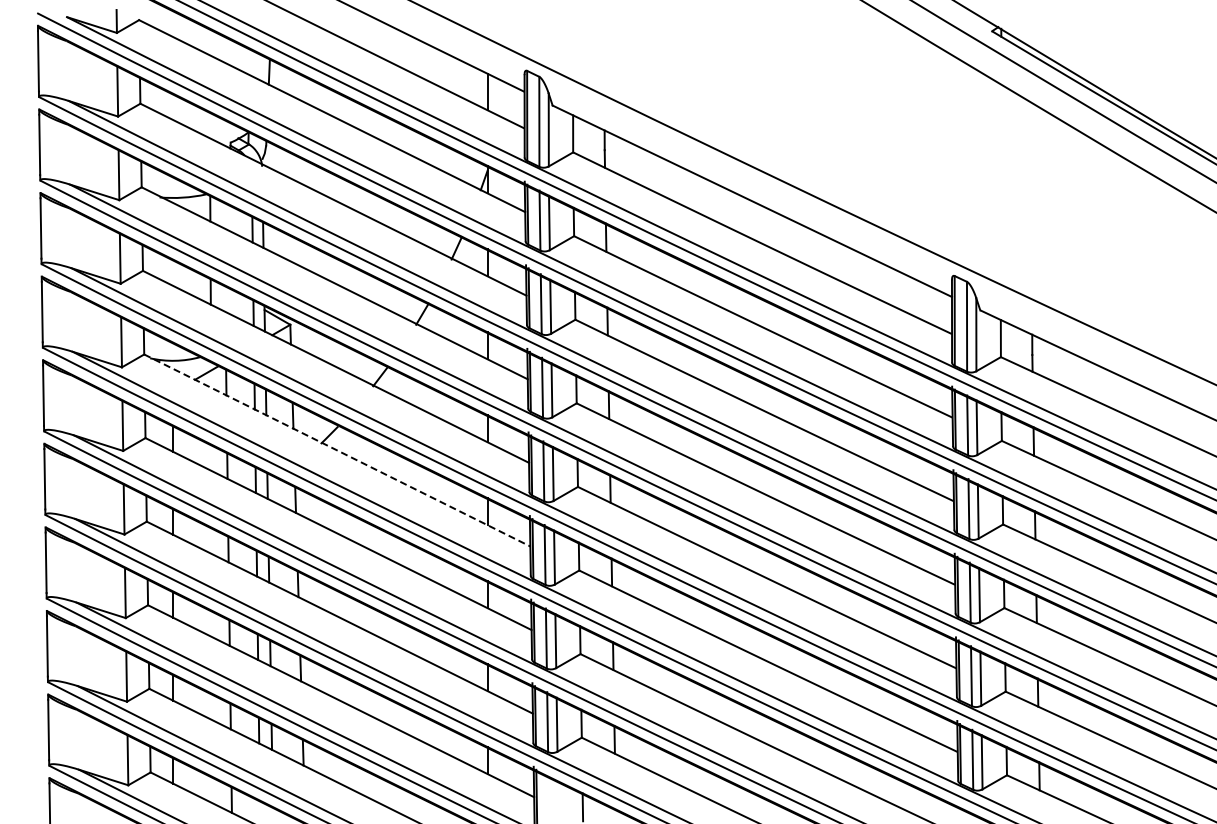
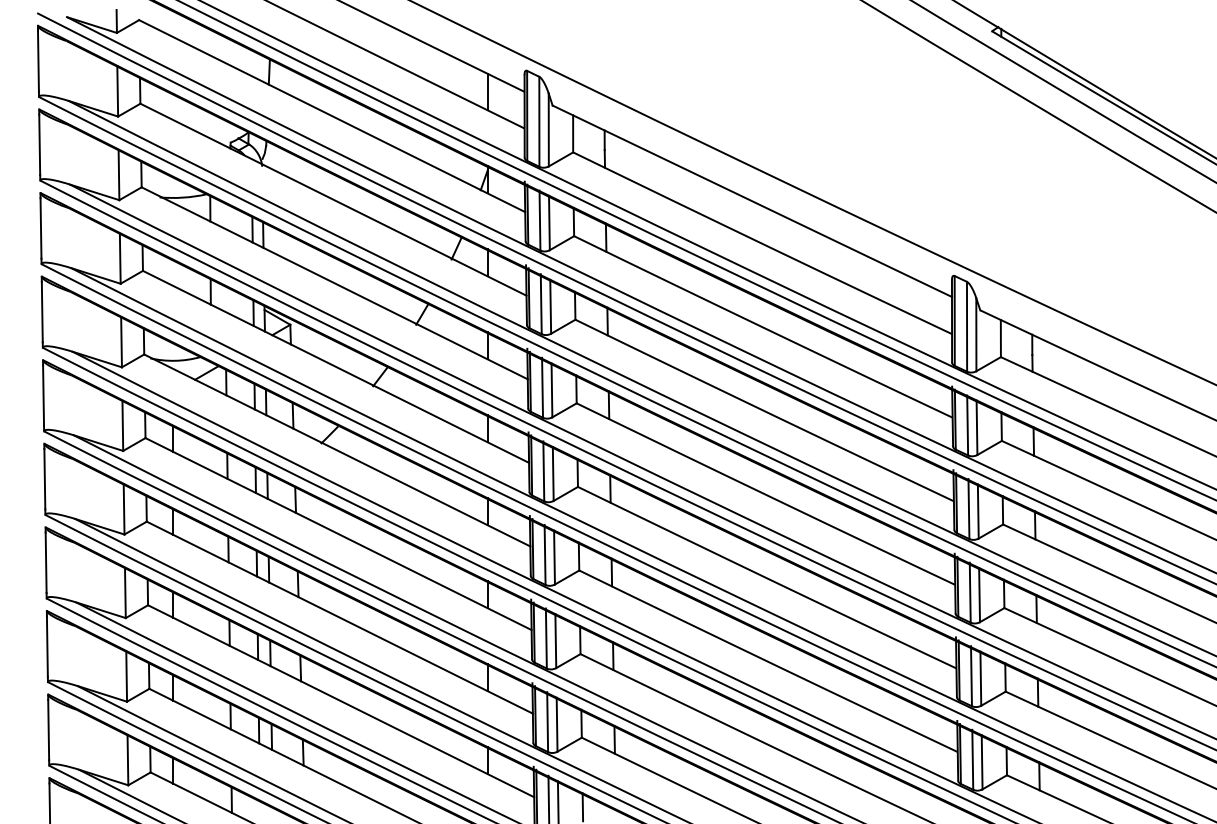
line at (337, 450): dashed -> solid
line at (548, 797): none -> present
line at (557, 800): none -> present
